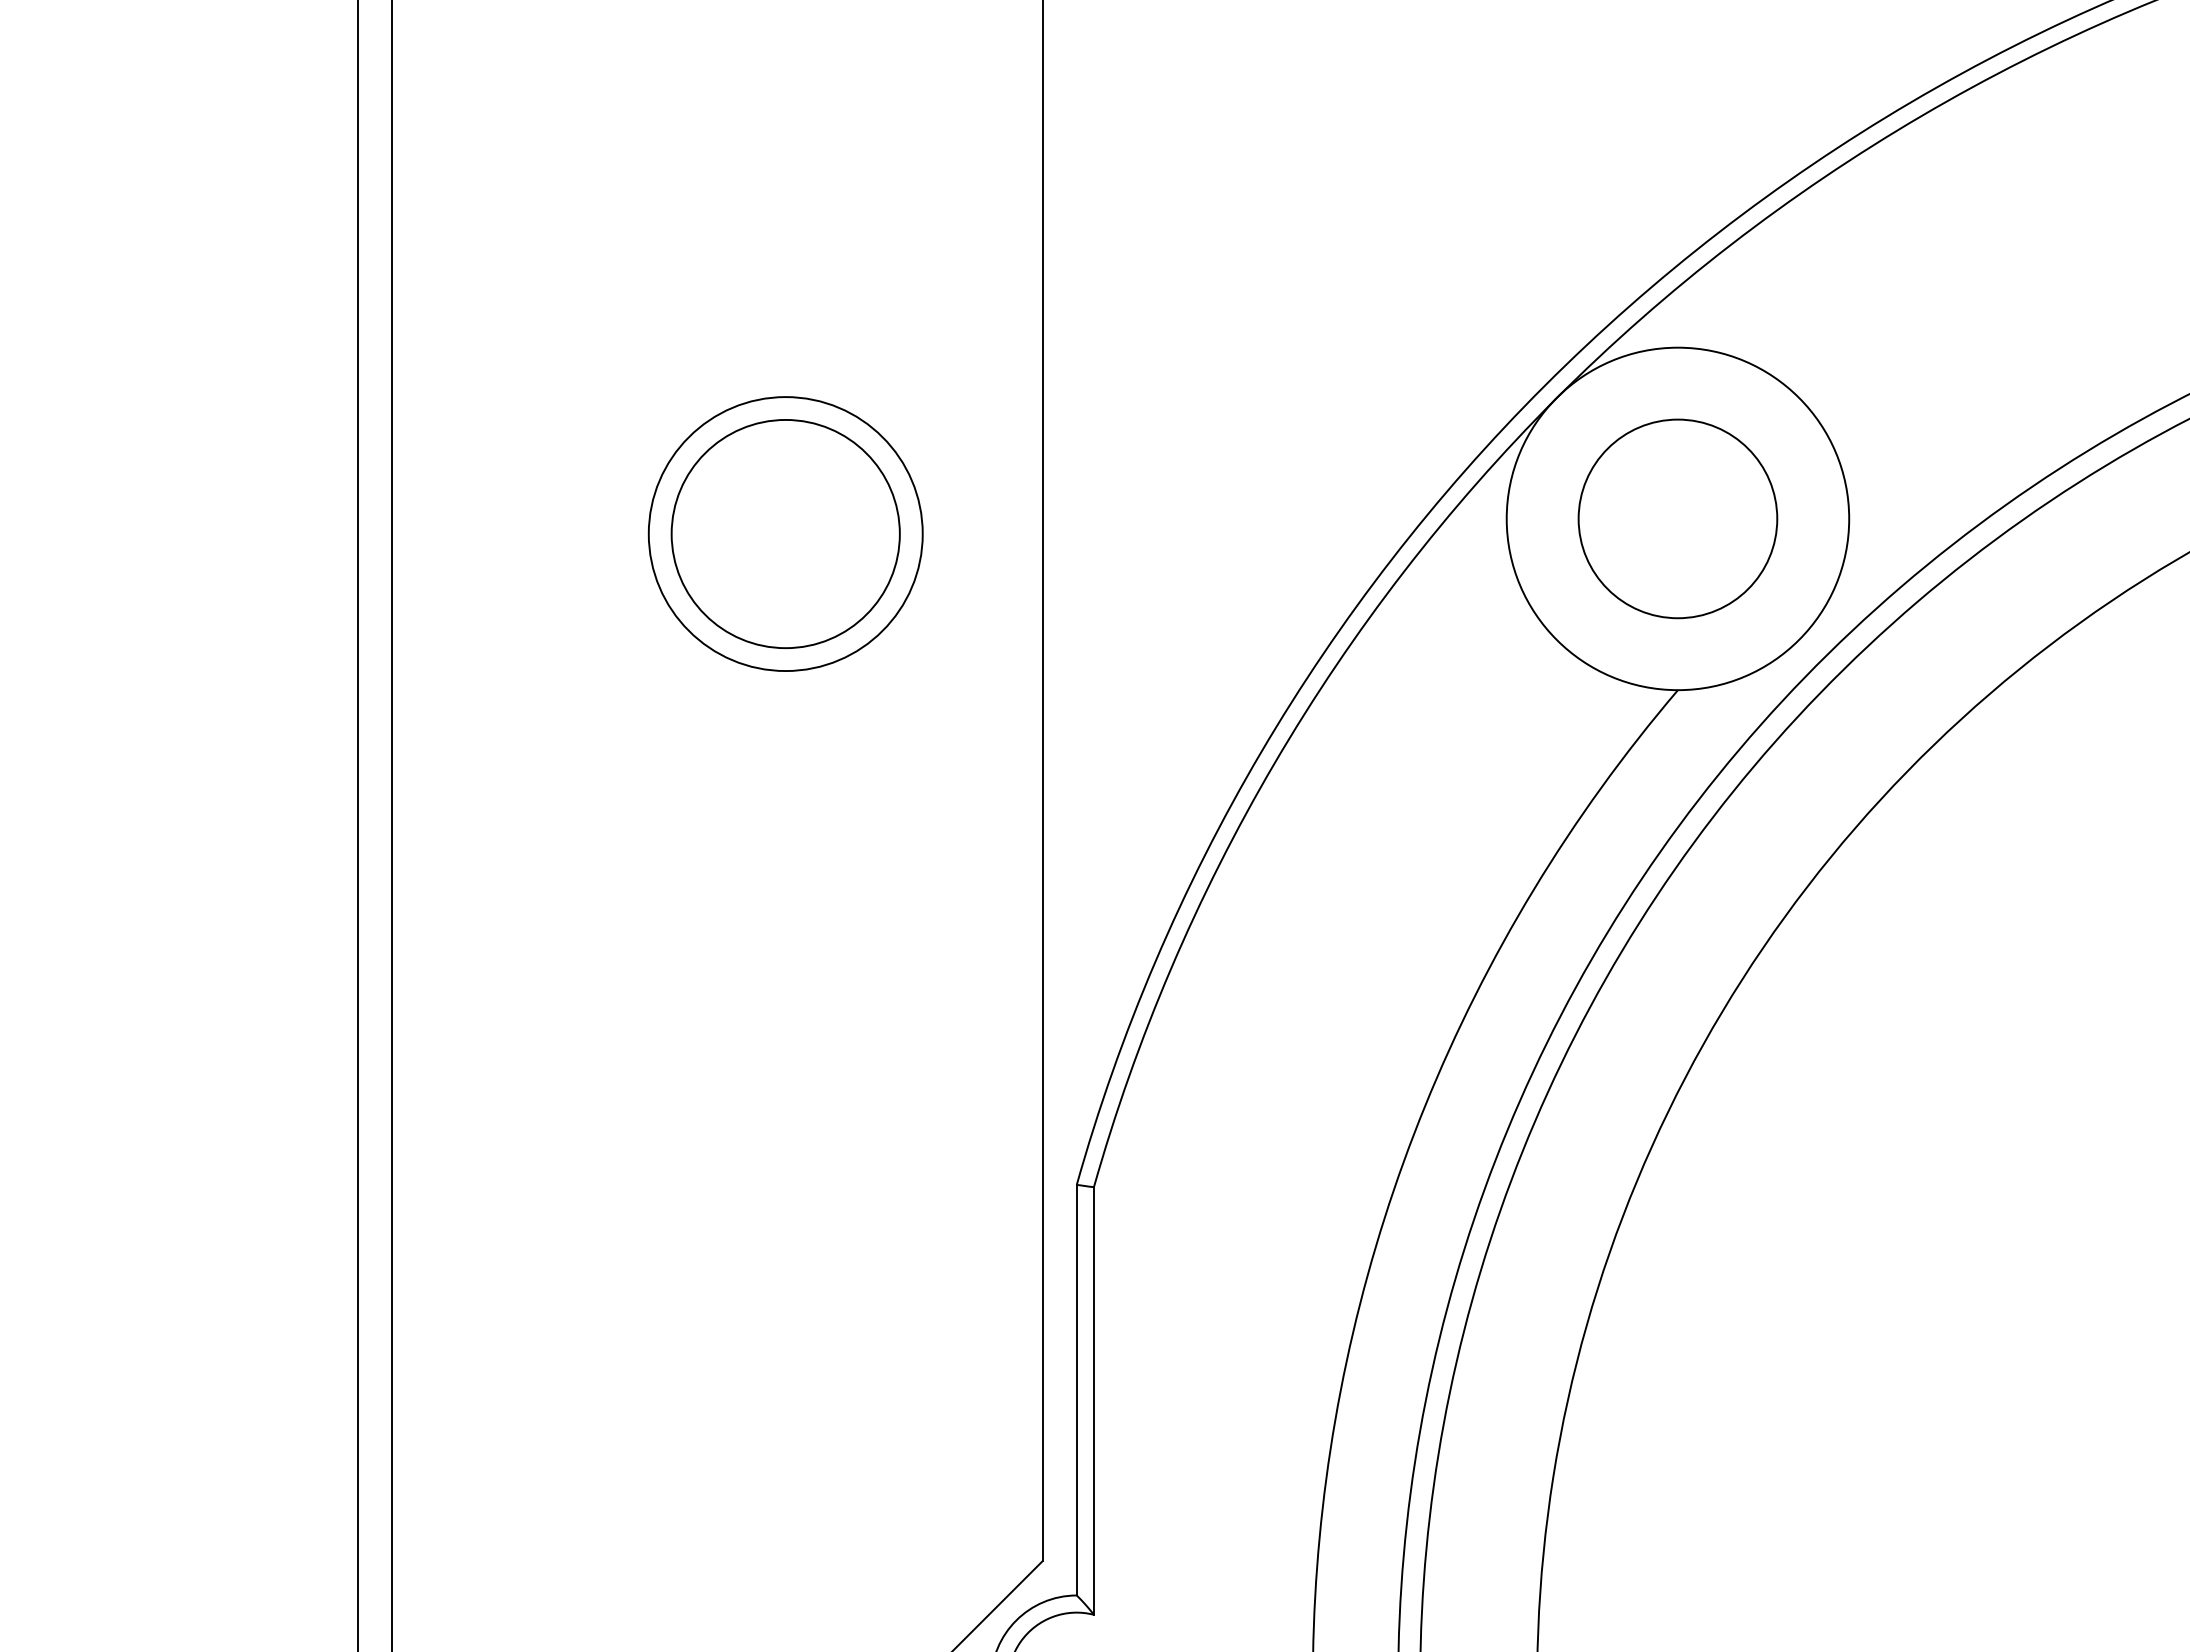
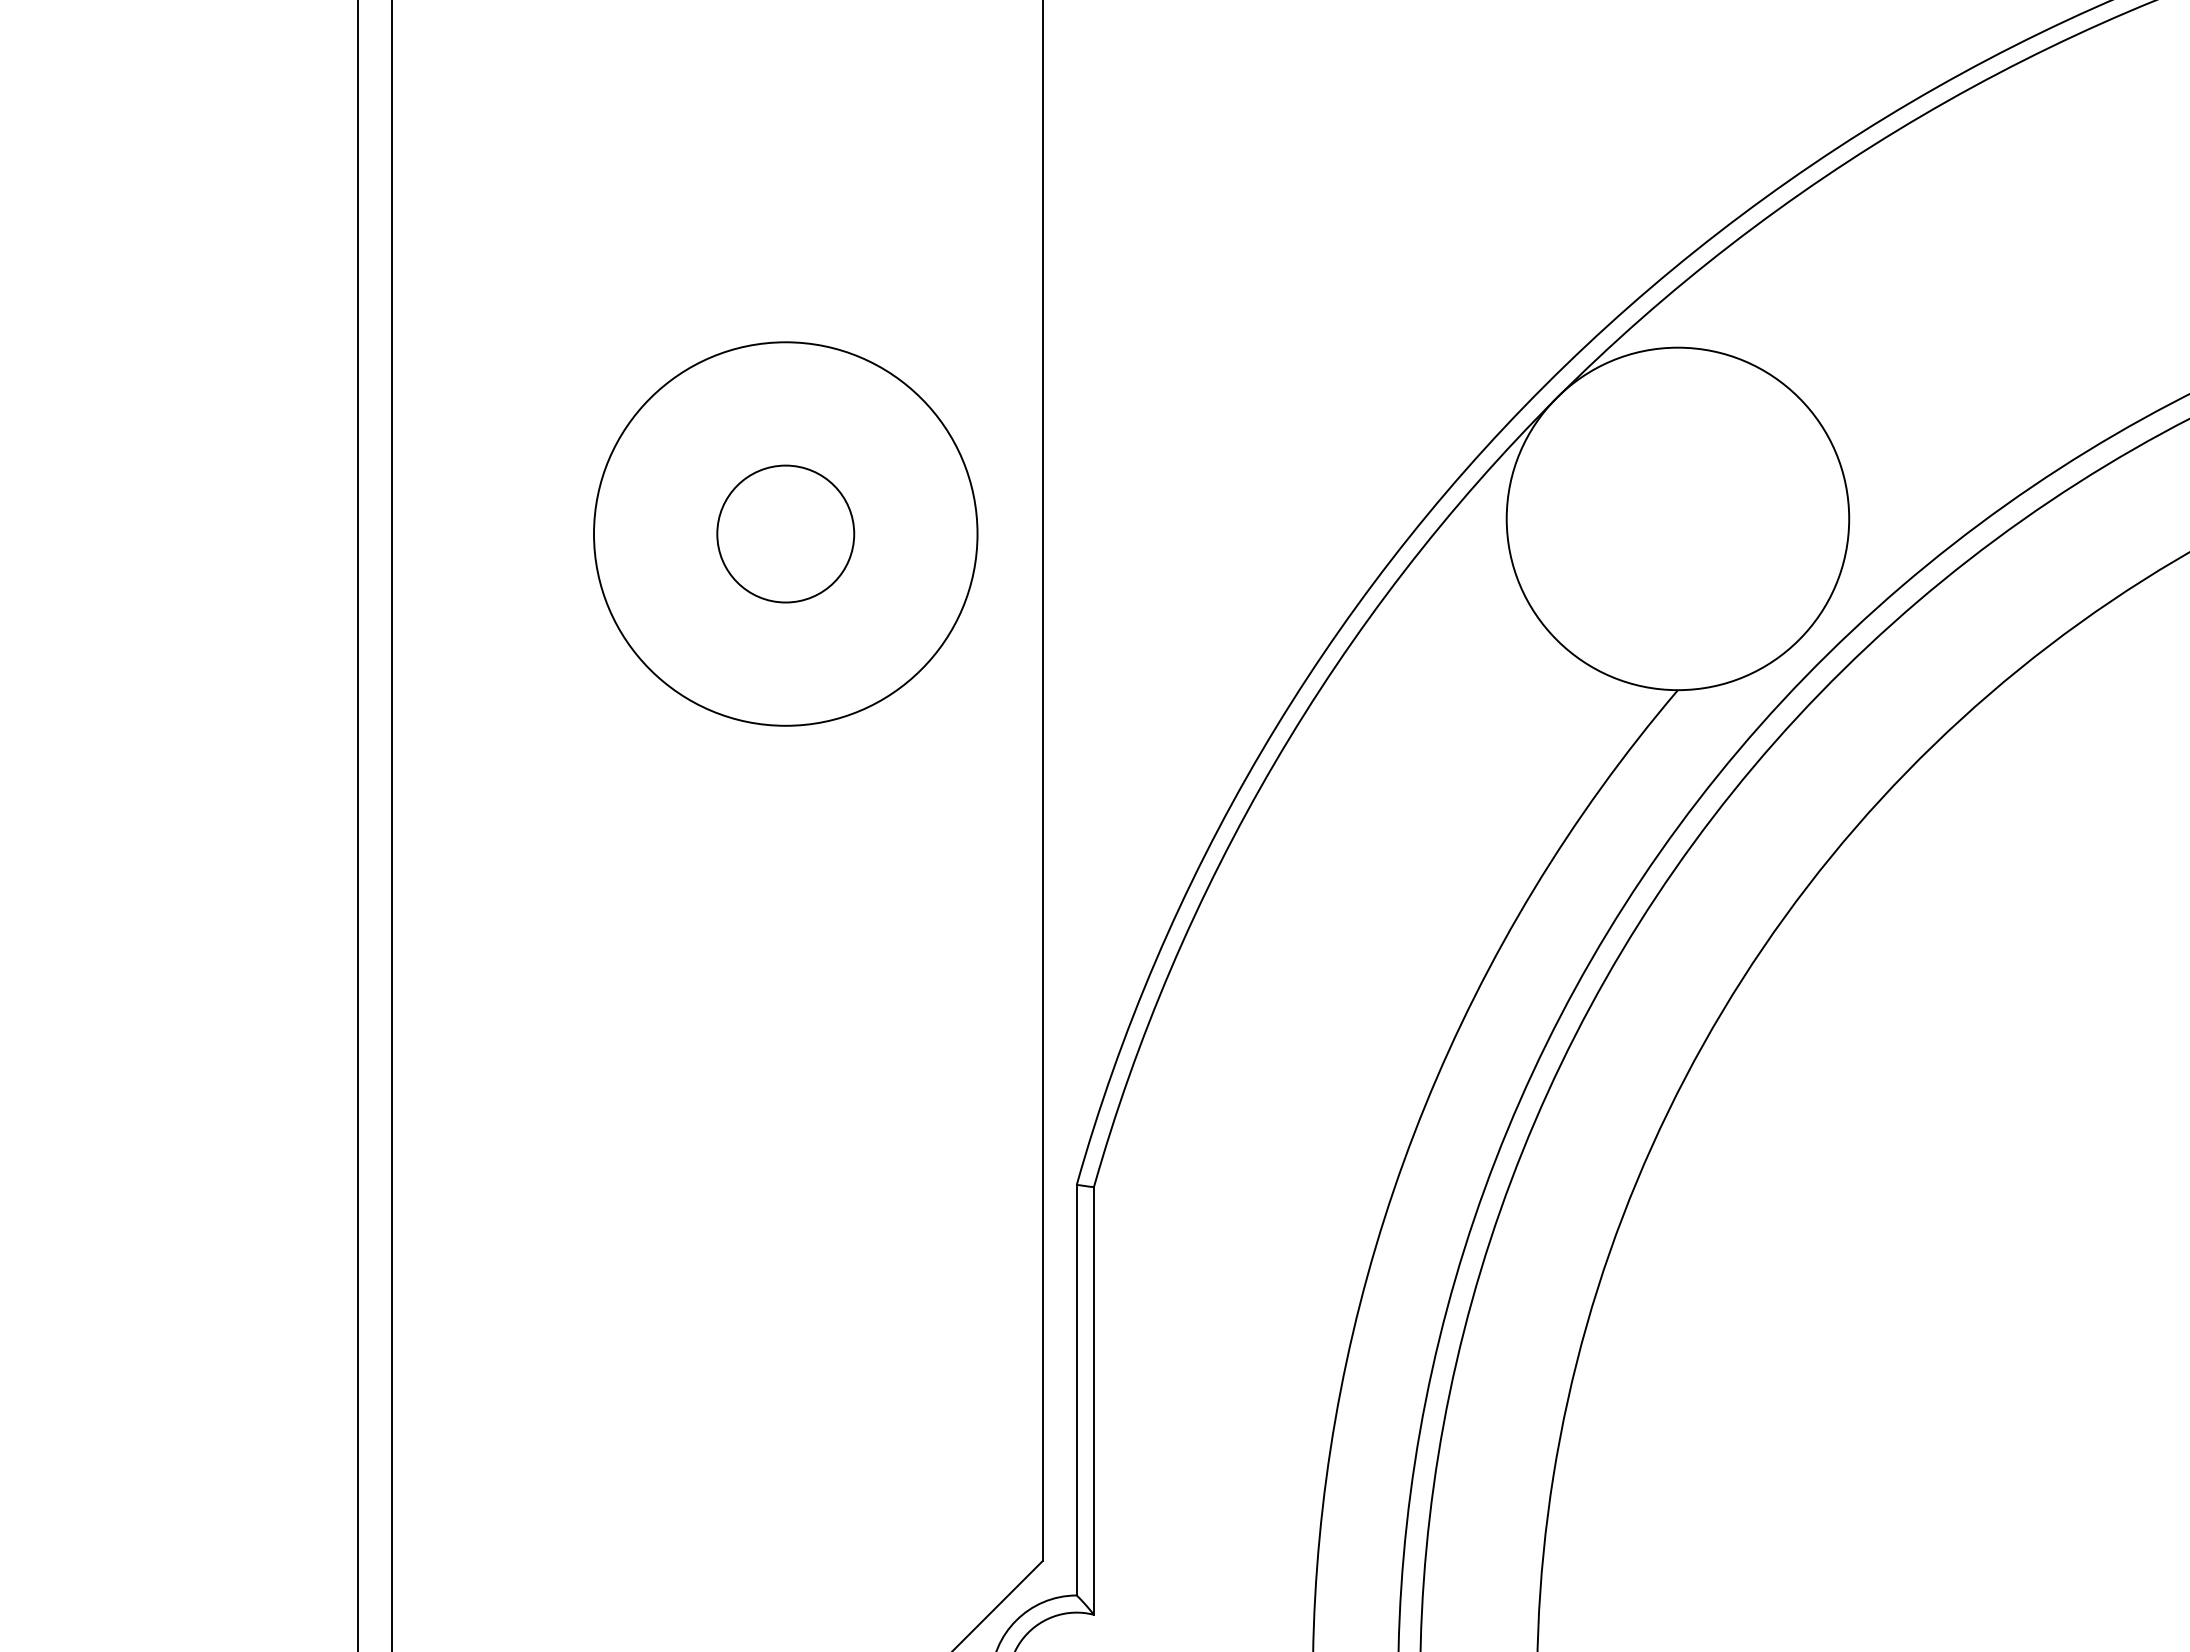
circle at (1677, 518): present -> none
circle at (785, 533) diameter: 228 px -> 137 px
circle at (785, 534) diameter: 274 px -> 384 px
